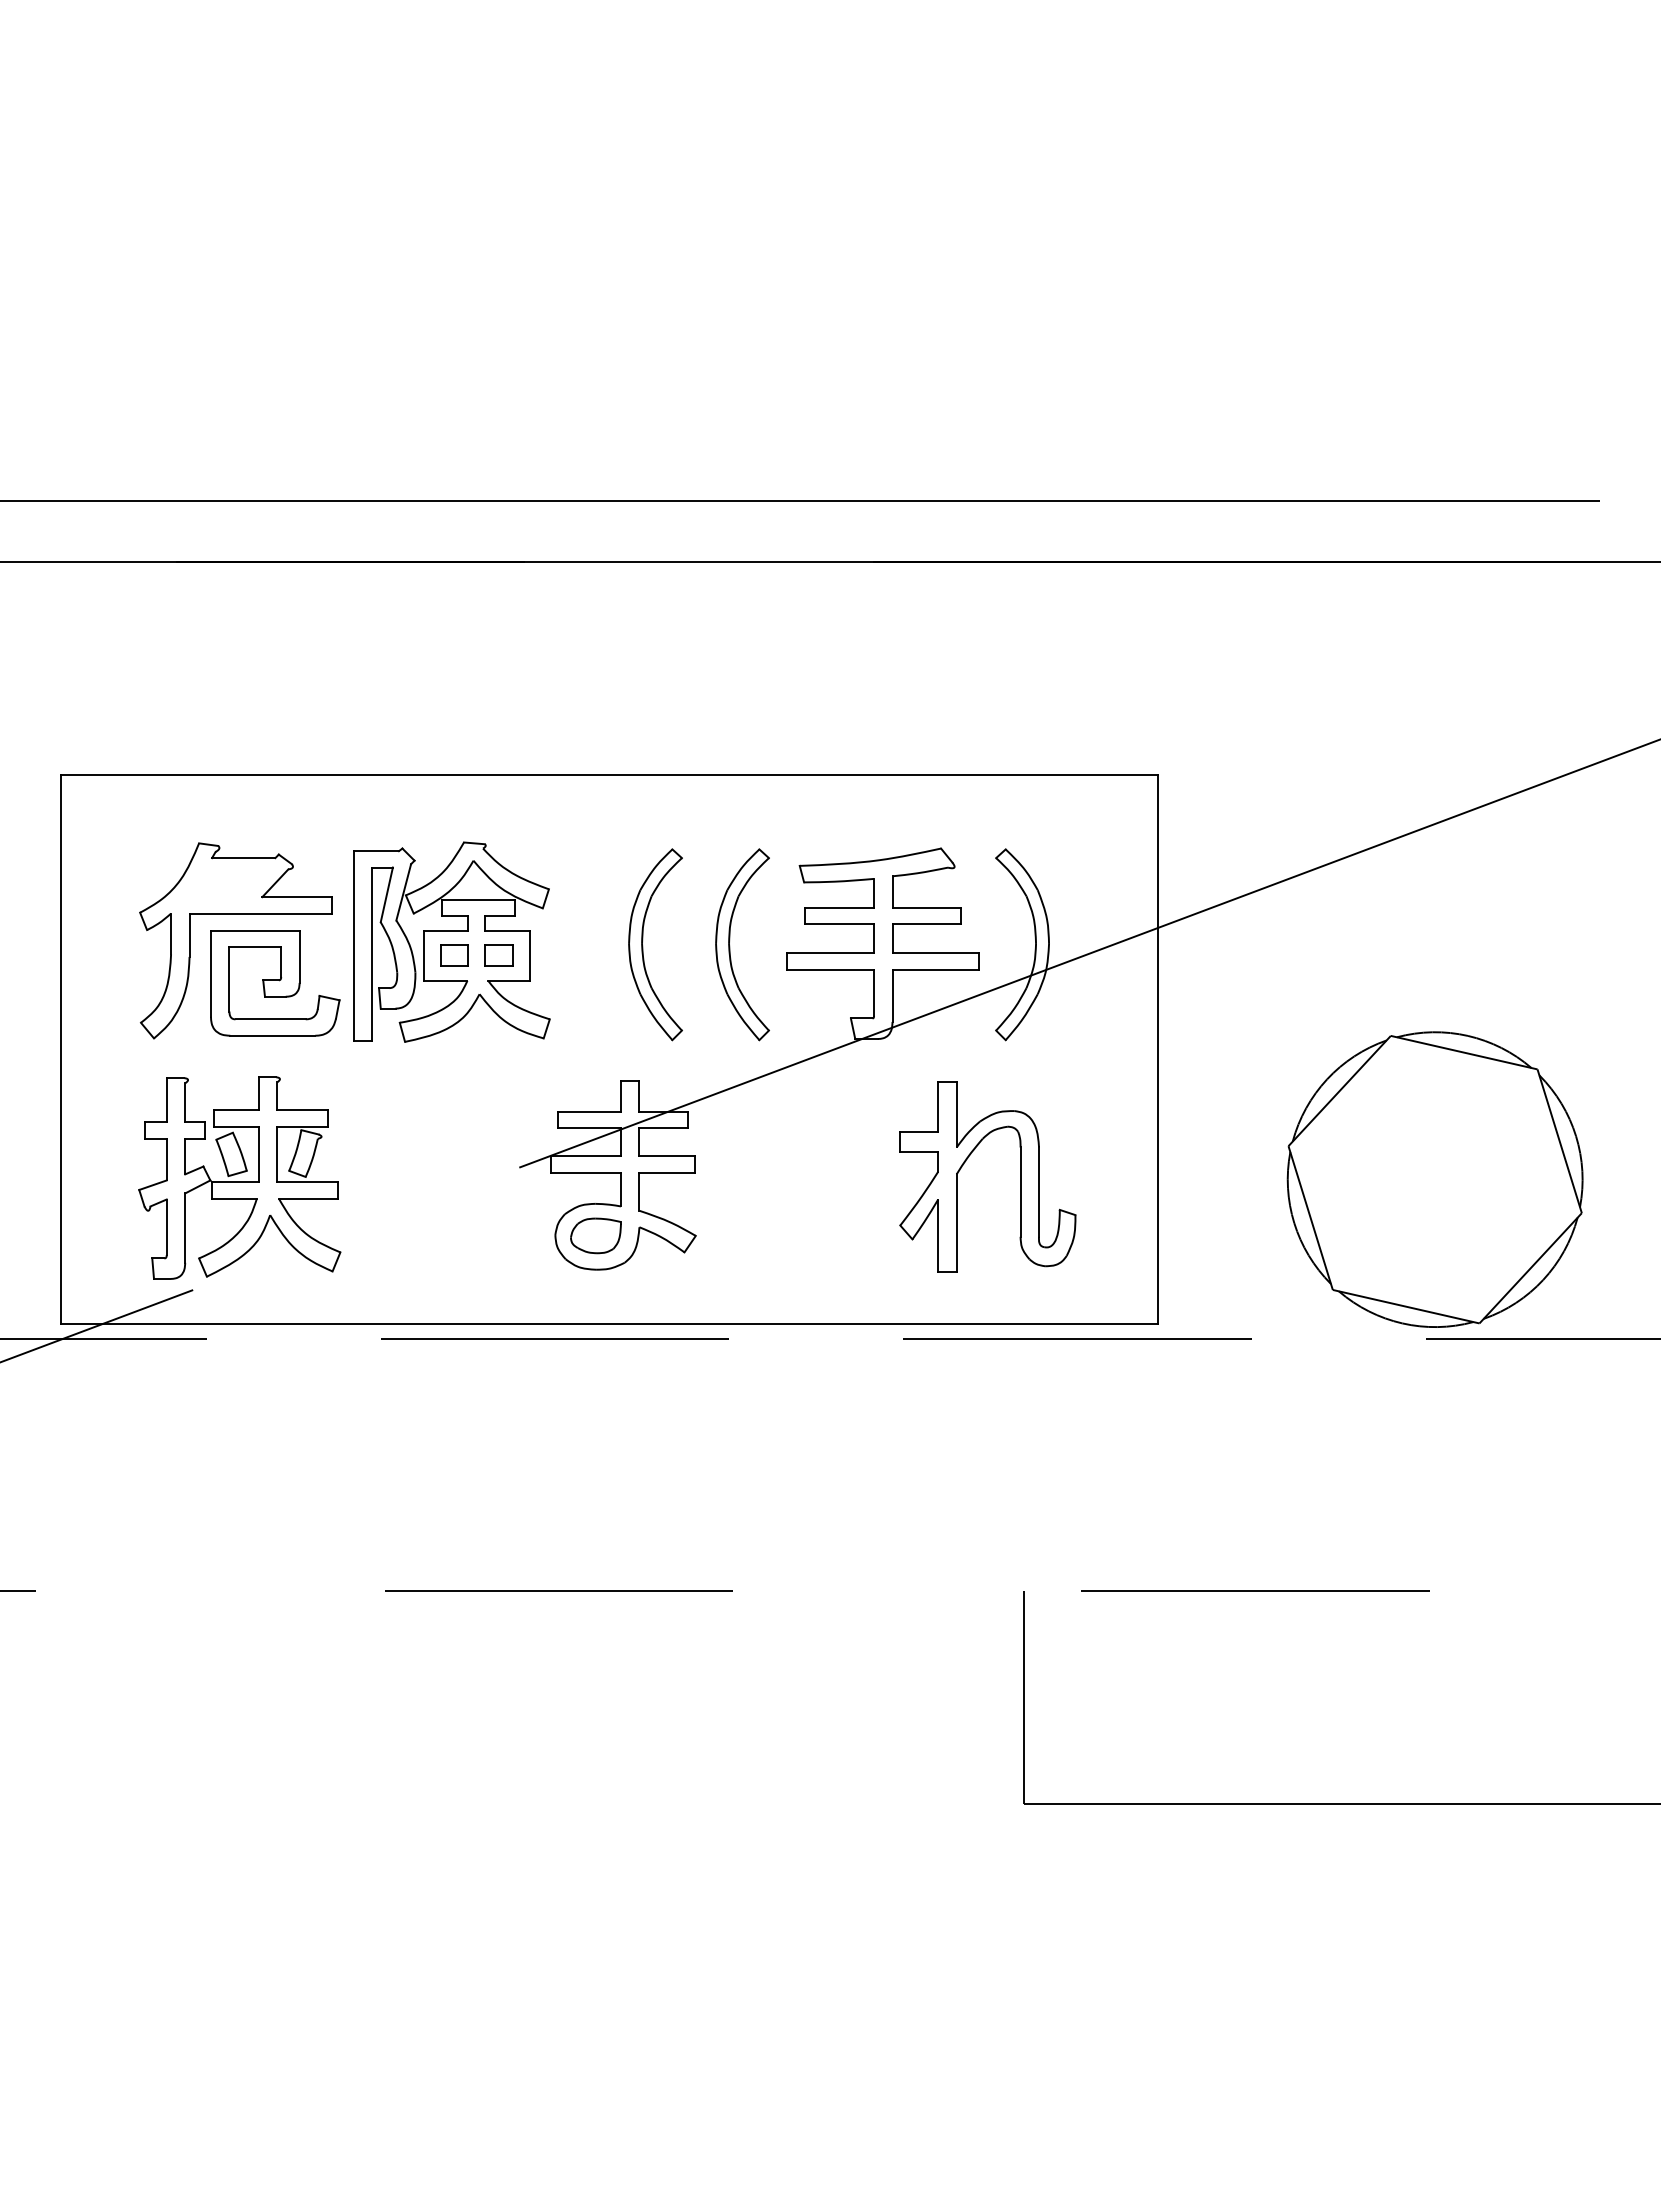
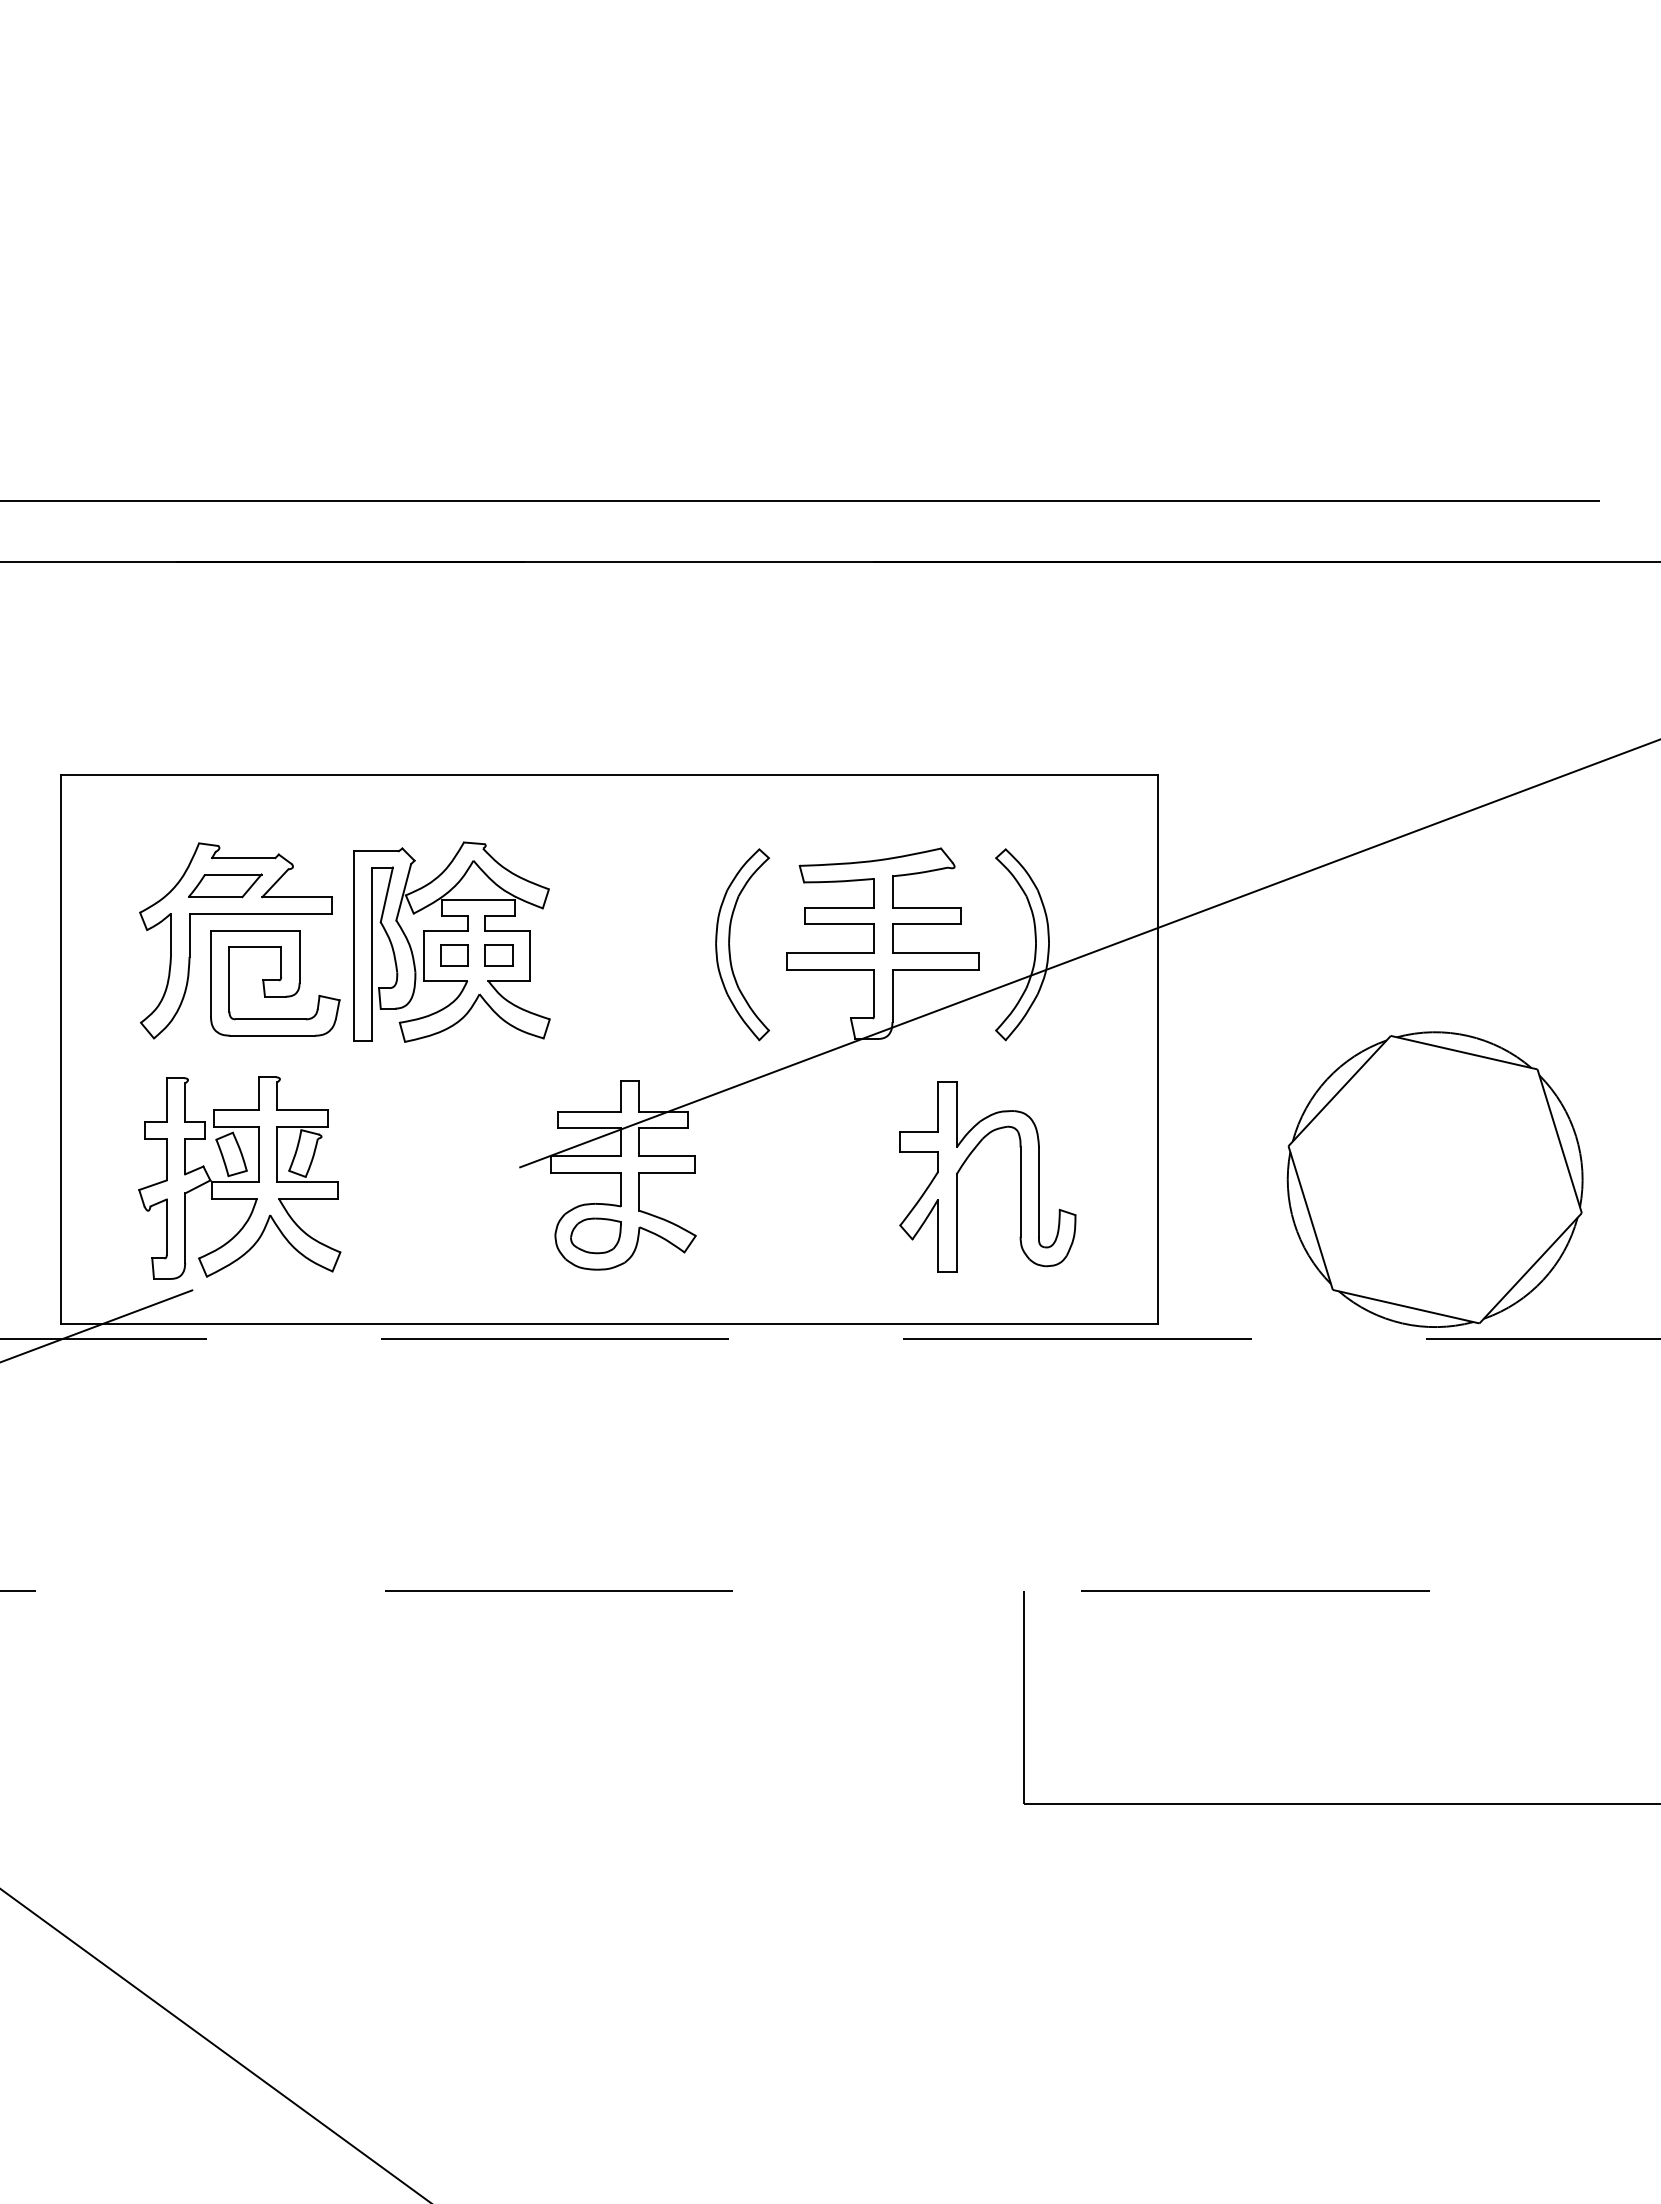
part at (225, 885): none -> present
part at (643, 945): present -> none
line at (214, 2045): none -> present
